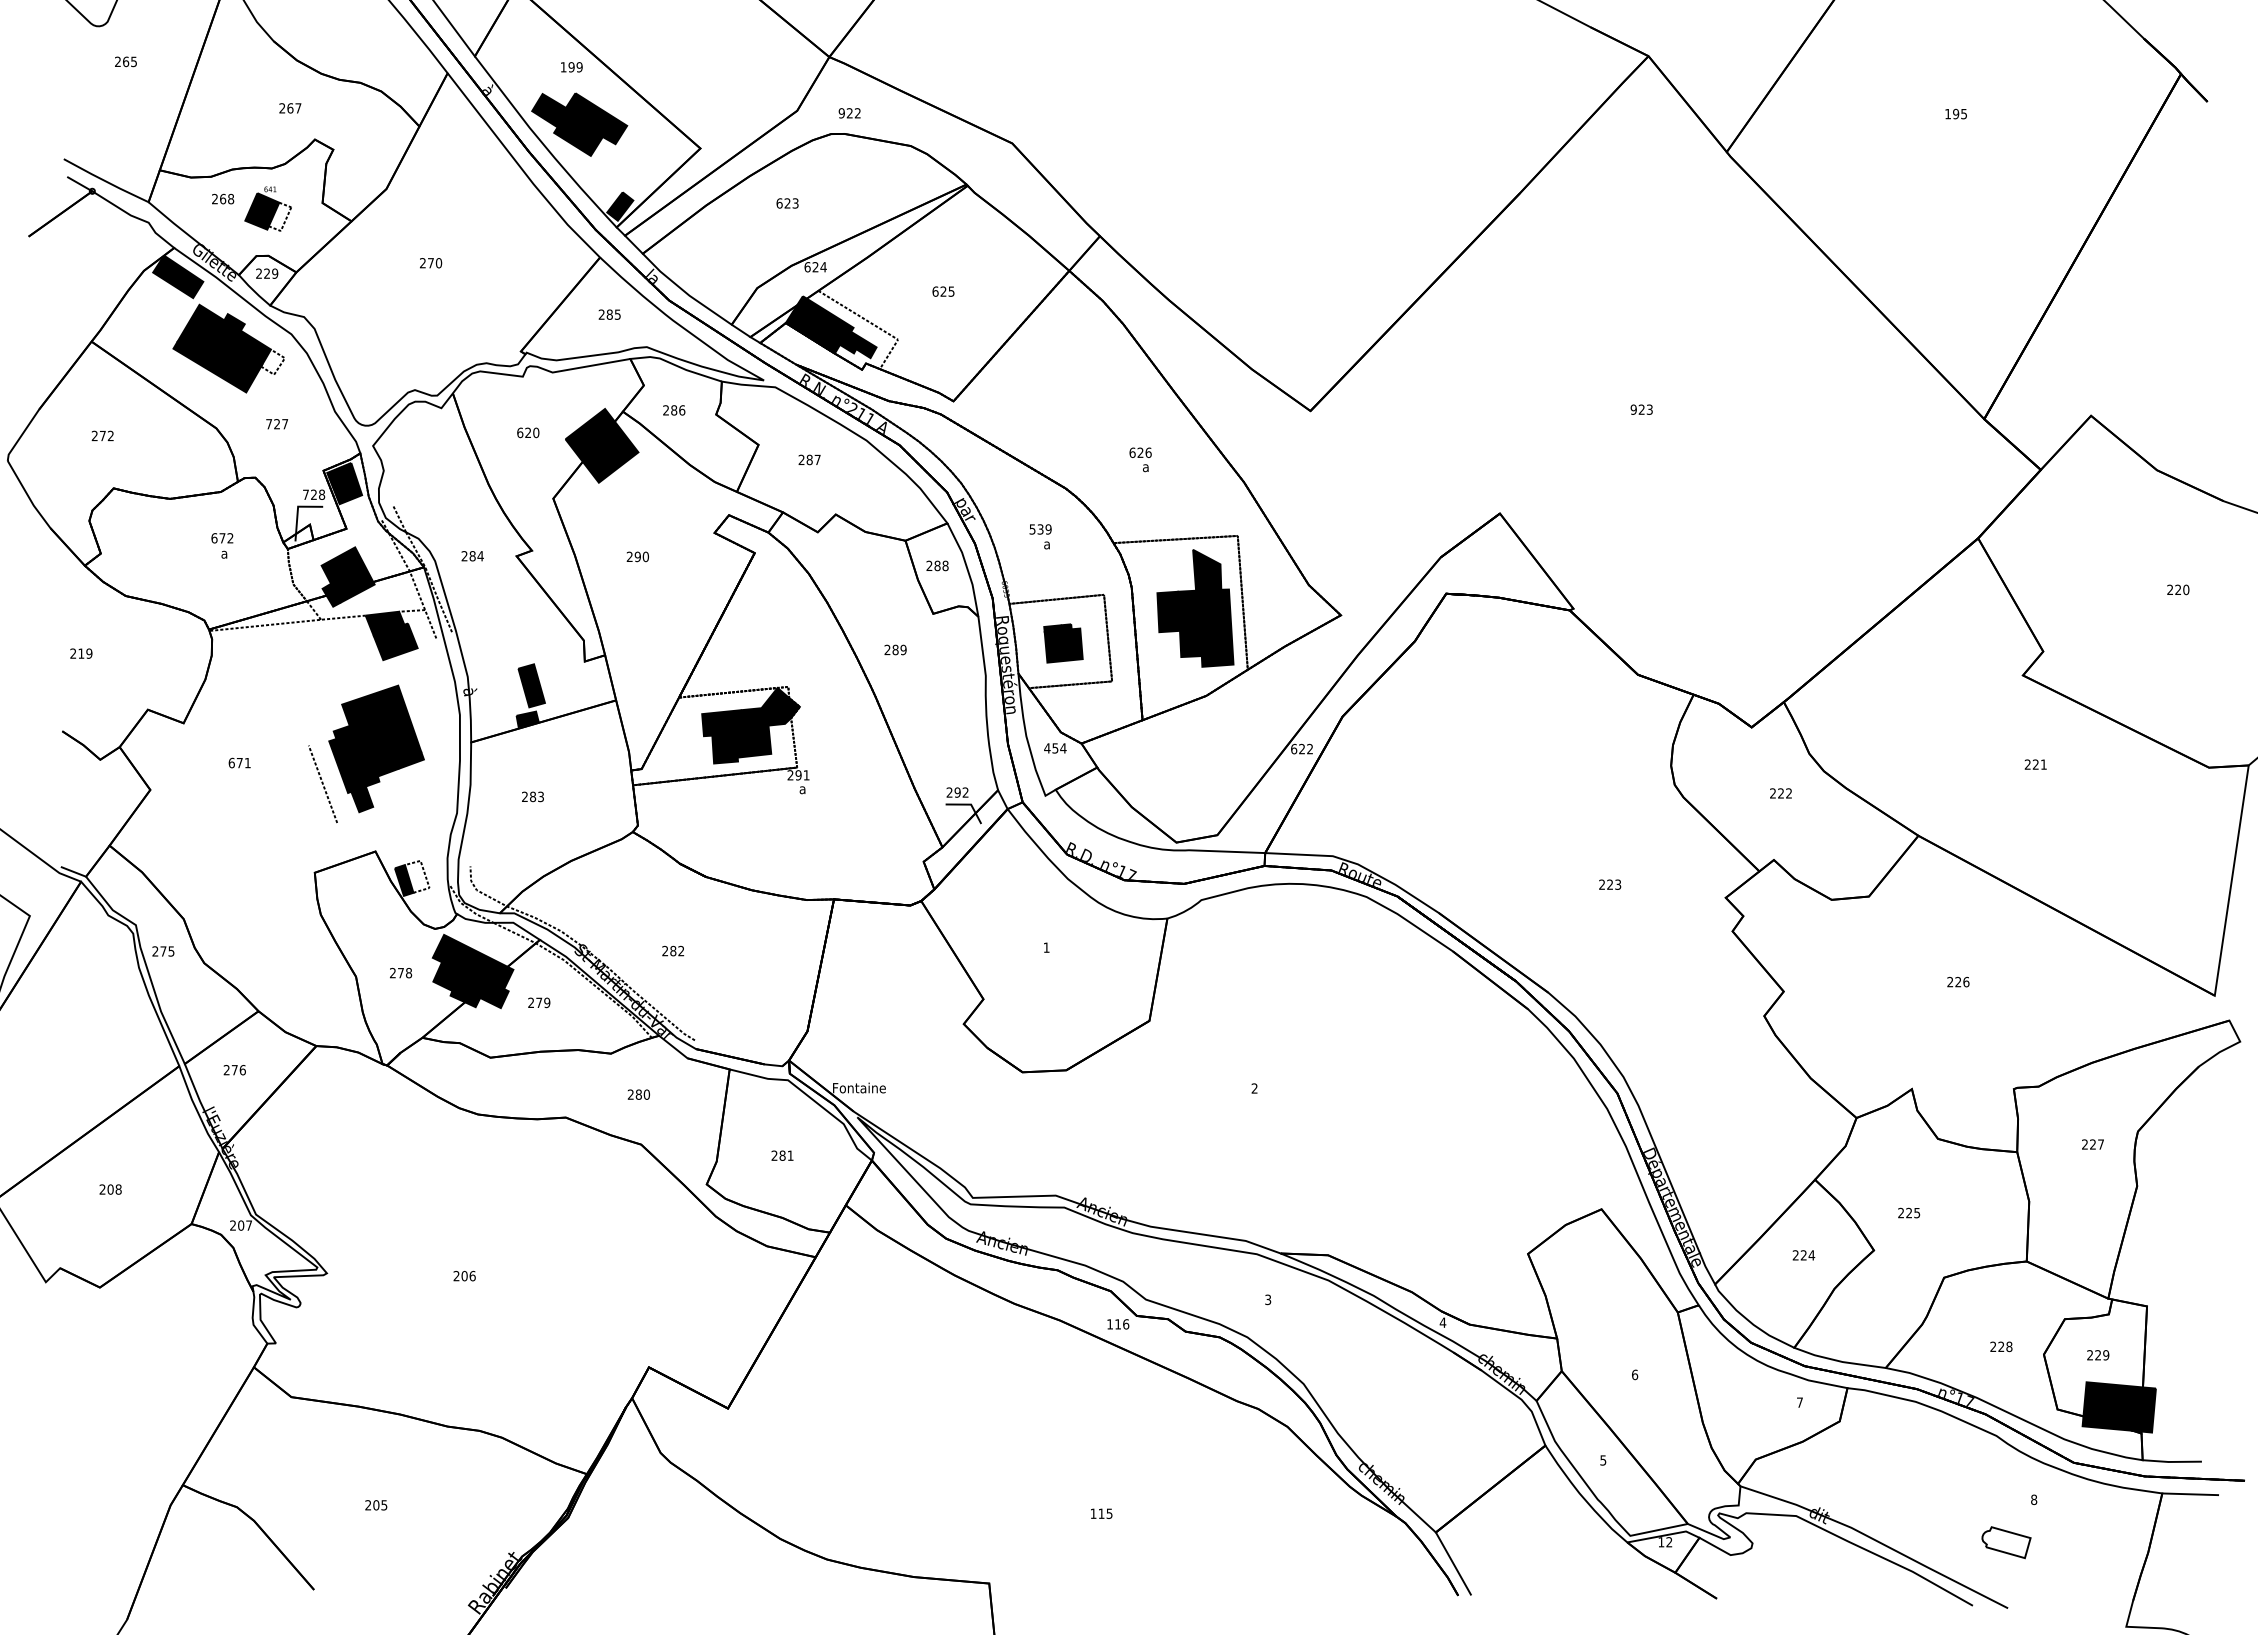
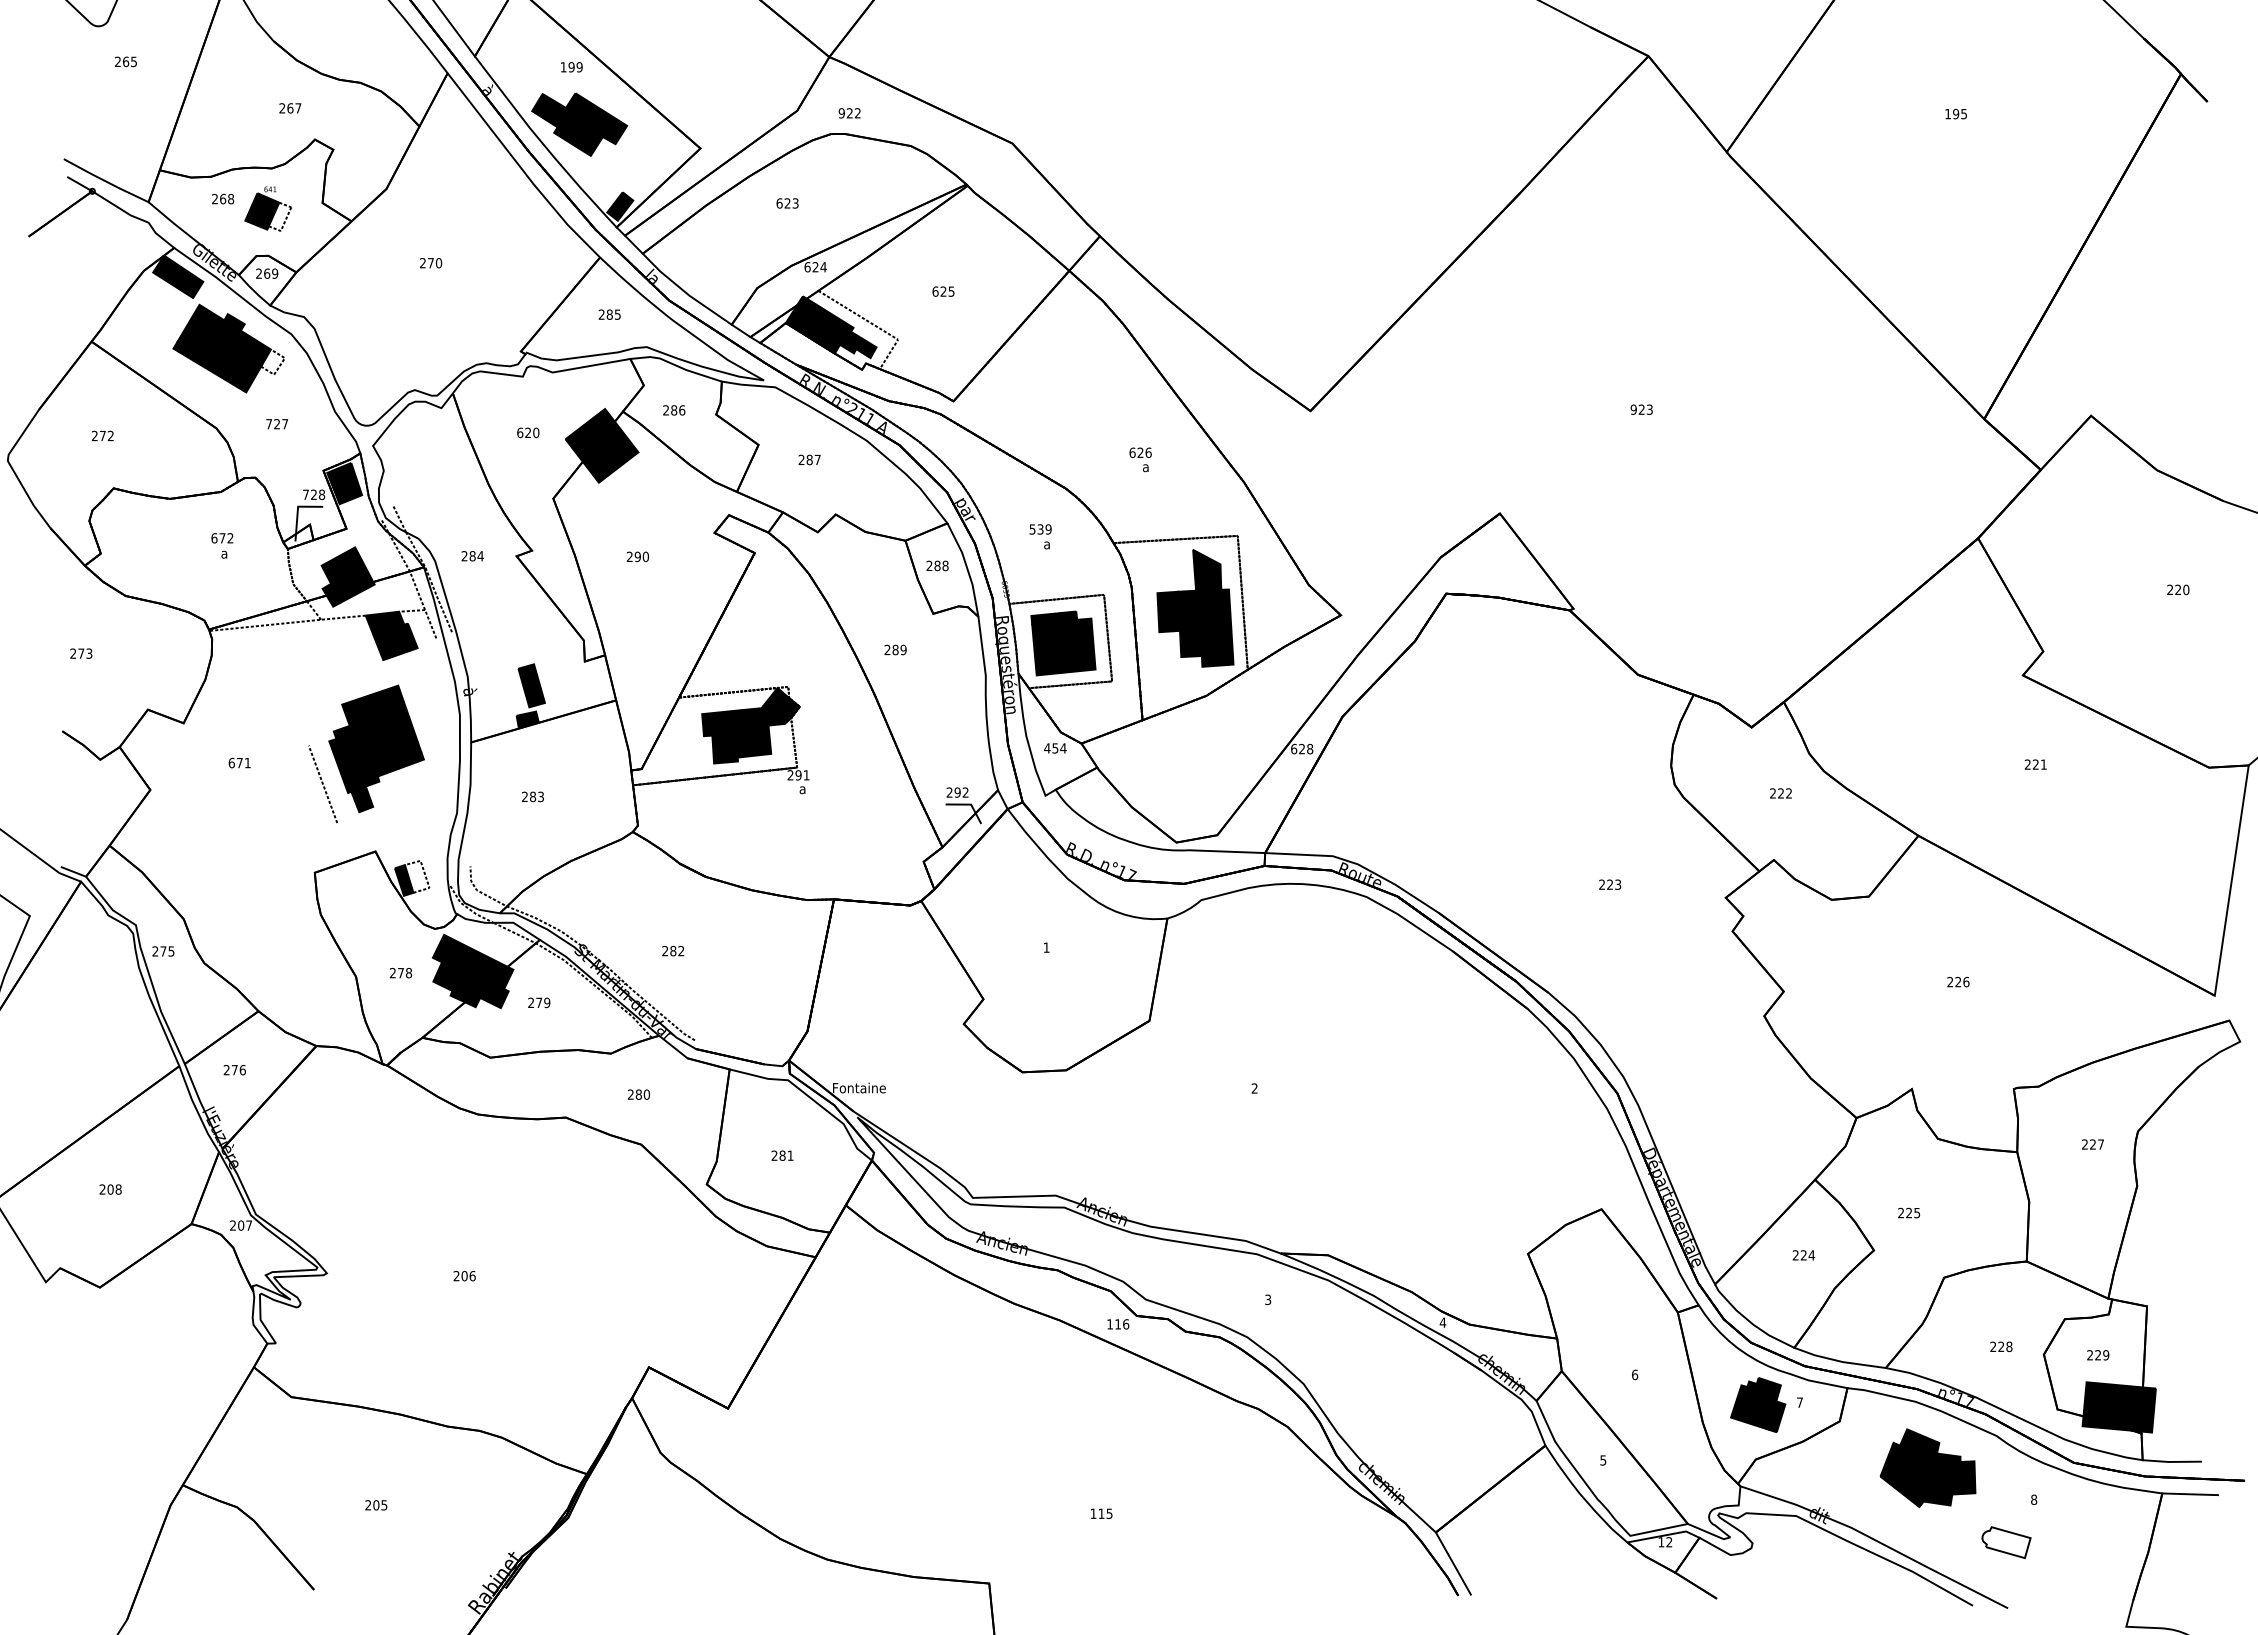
text at (267, 273): 229 -> 269
part at (1063, 643) size: 41x41 px -> 67x67 px
text at (85, 653): 219 -> 273
text at (1310, 749): 622 -> 628
part at (1758, 1404): none -> present
part at (1927, 1468): none -> present
